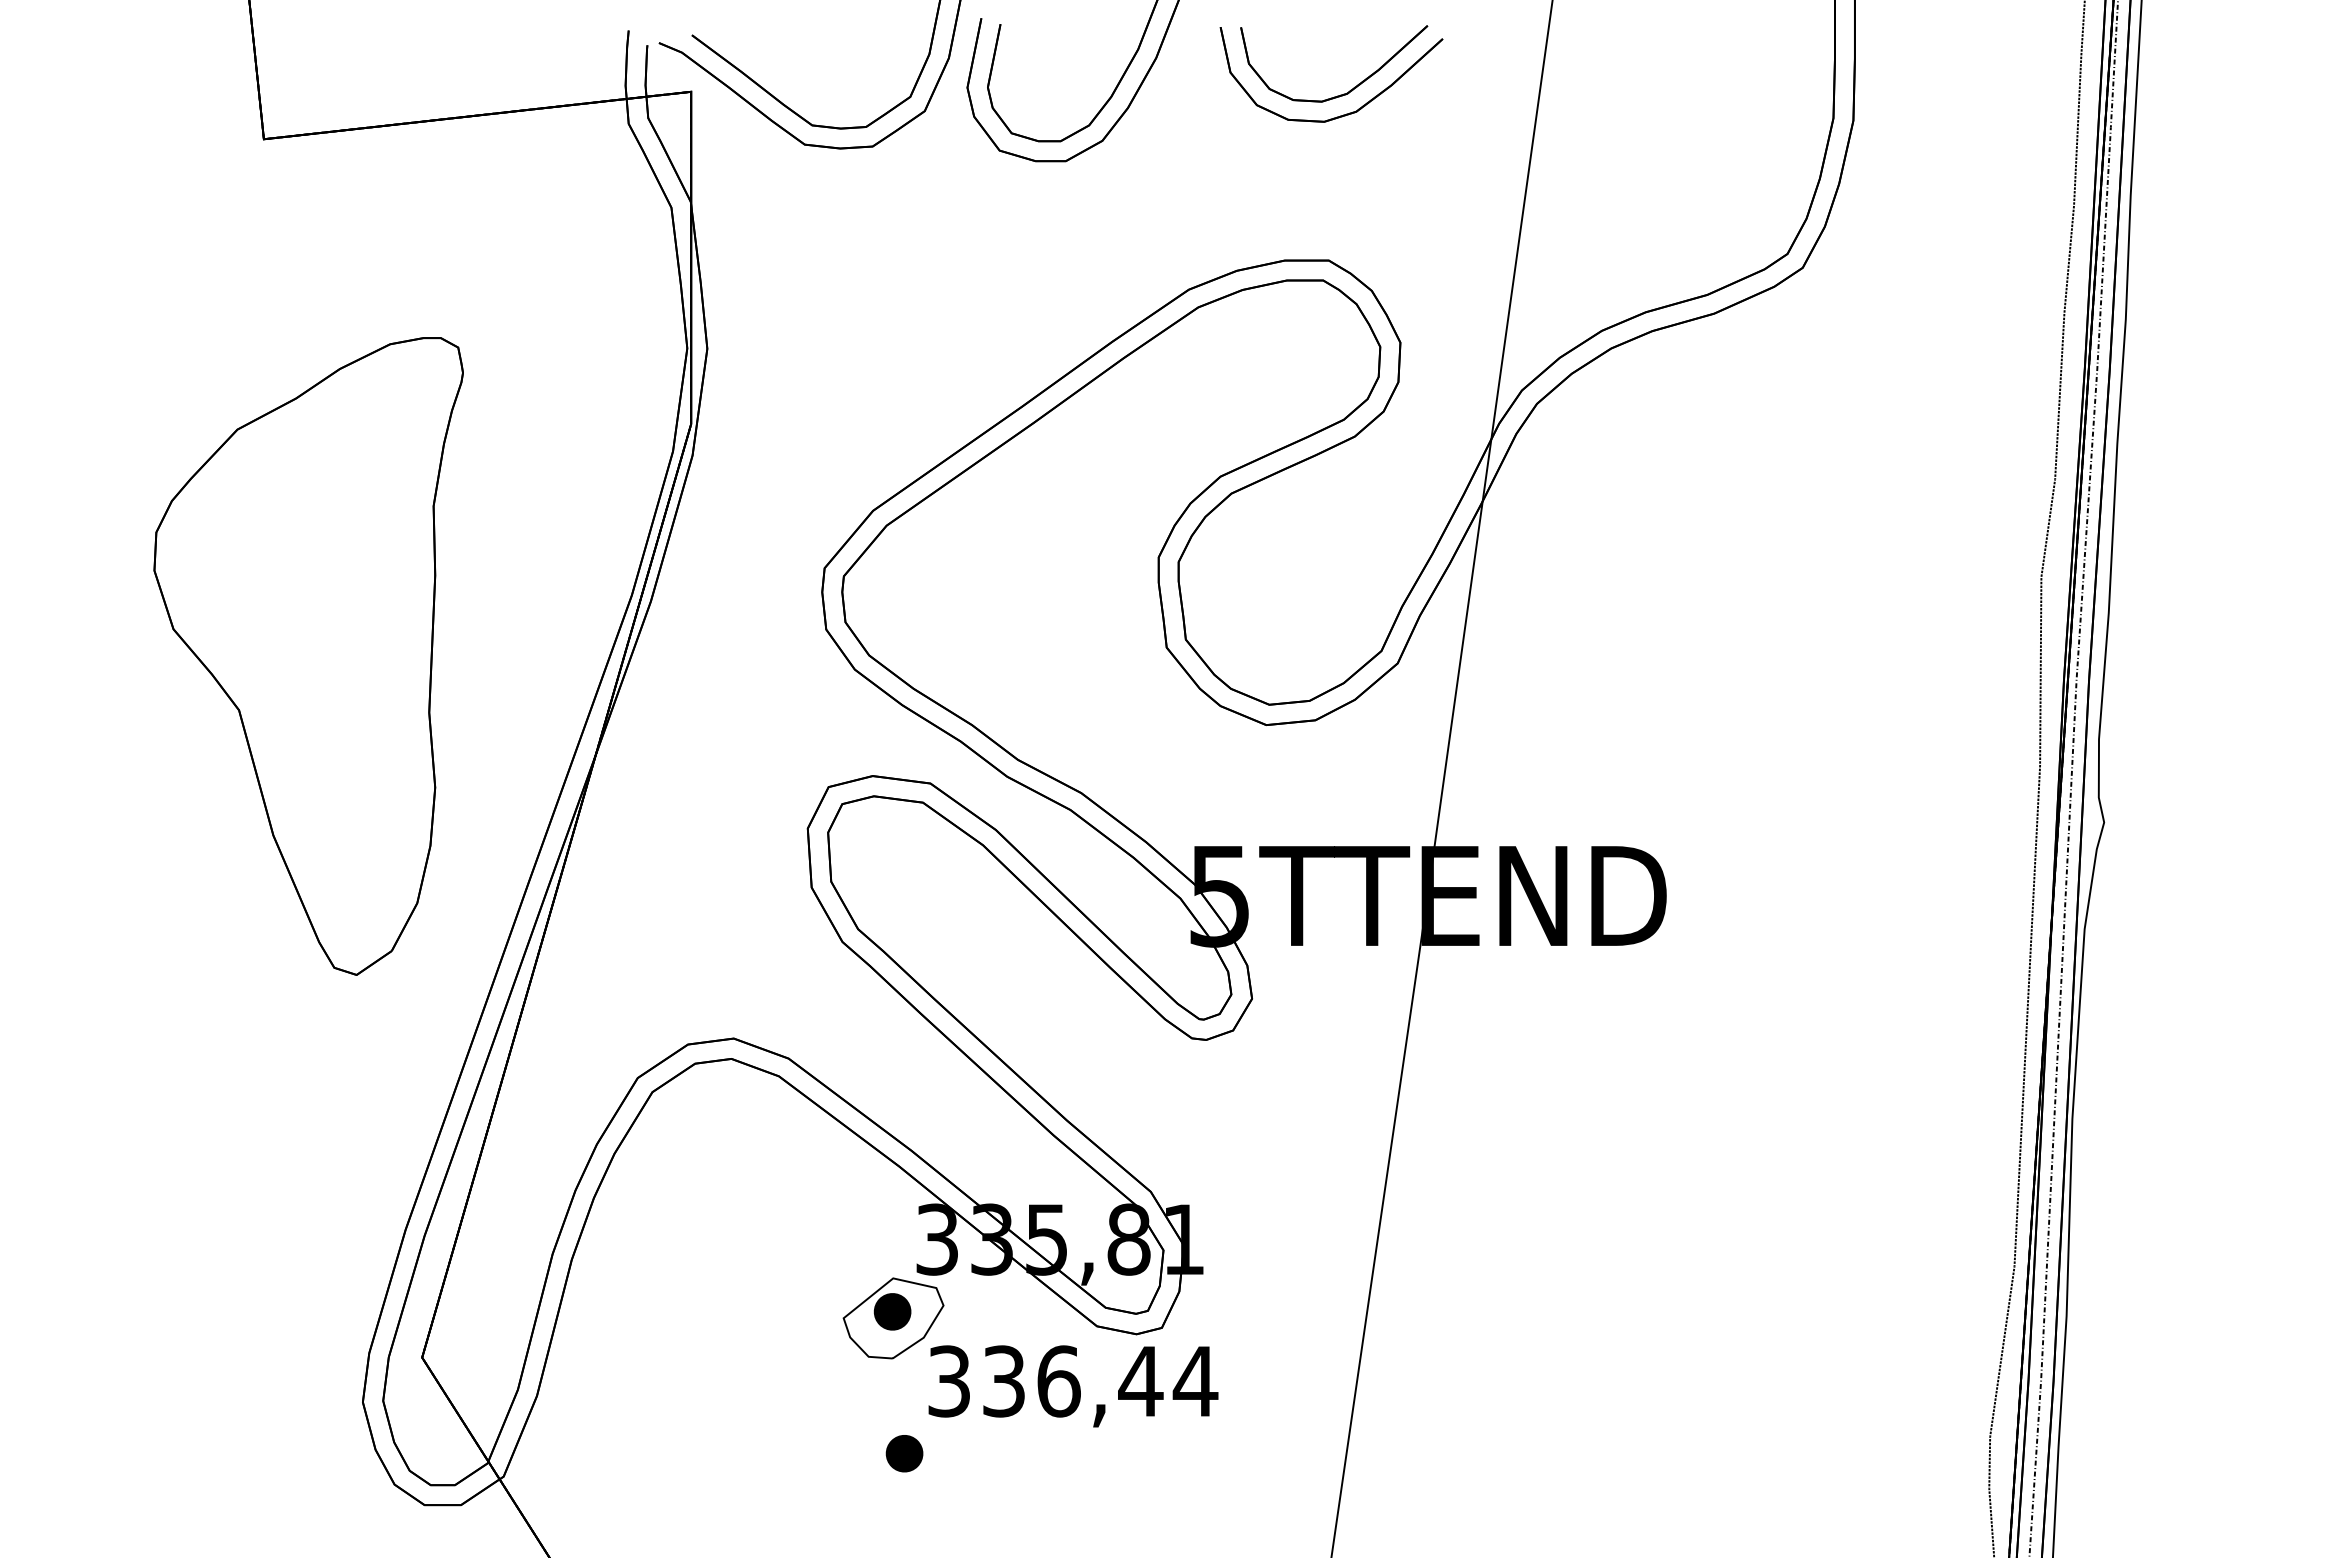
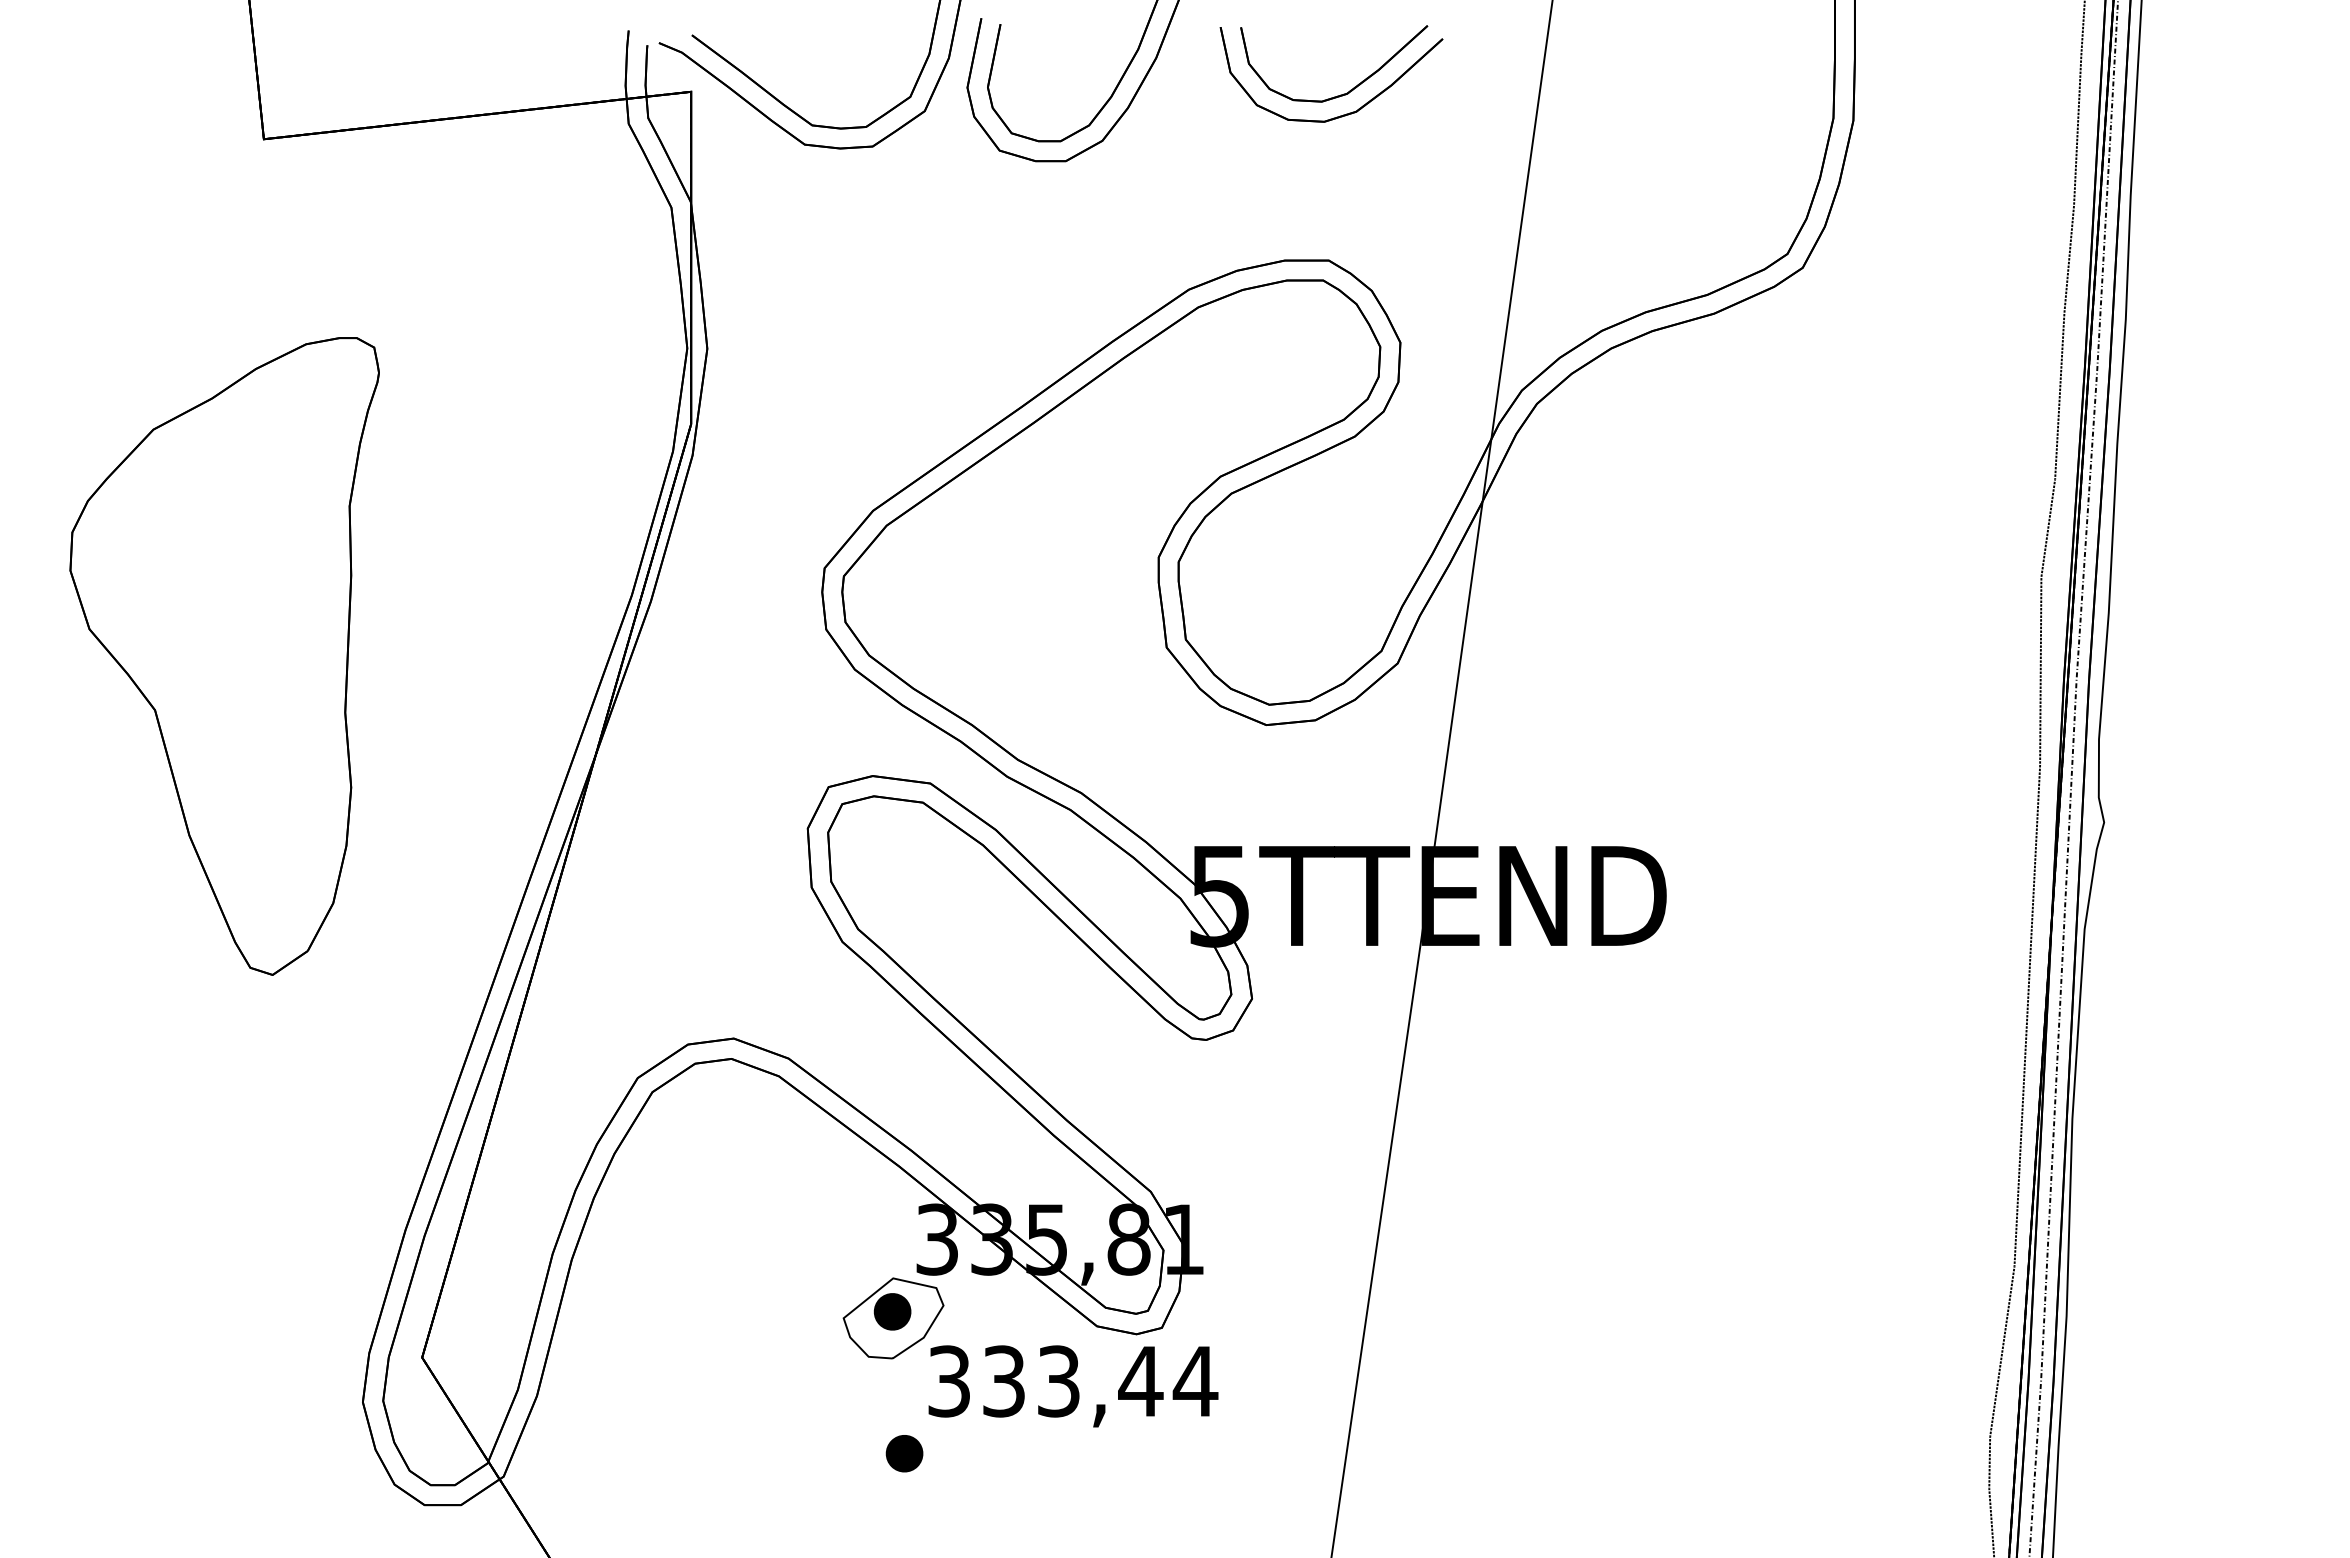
part at (308, 656) position: (308, 656) -> (224, 656)
text at (1058, 1381): 336,44 -> 333,44
